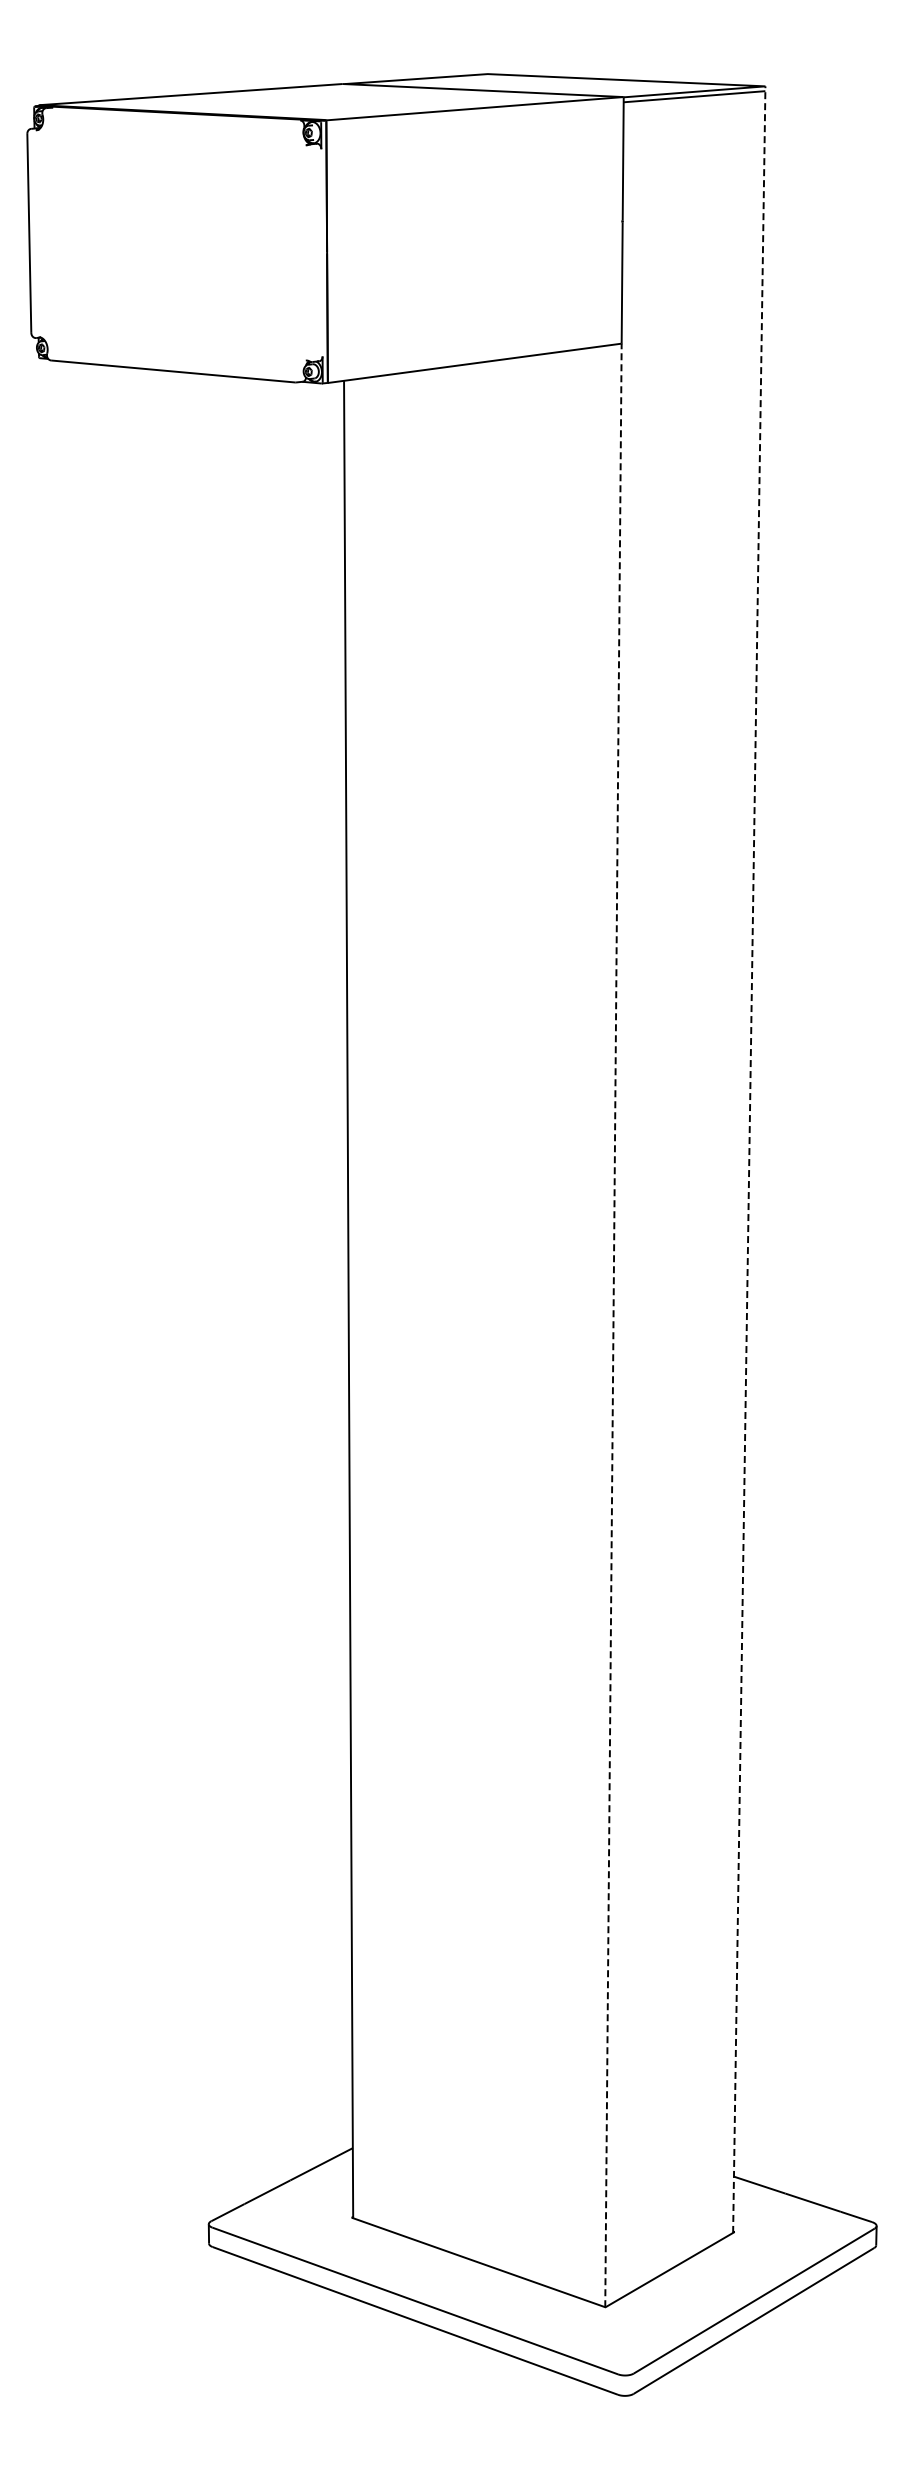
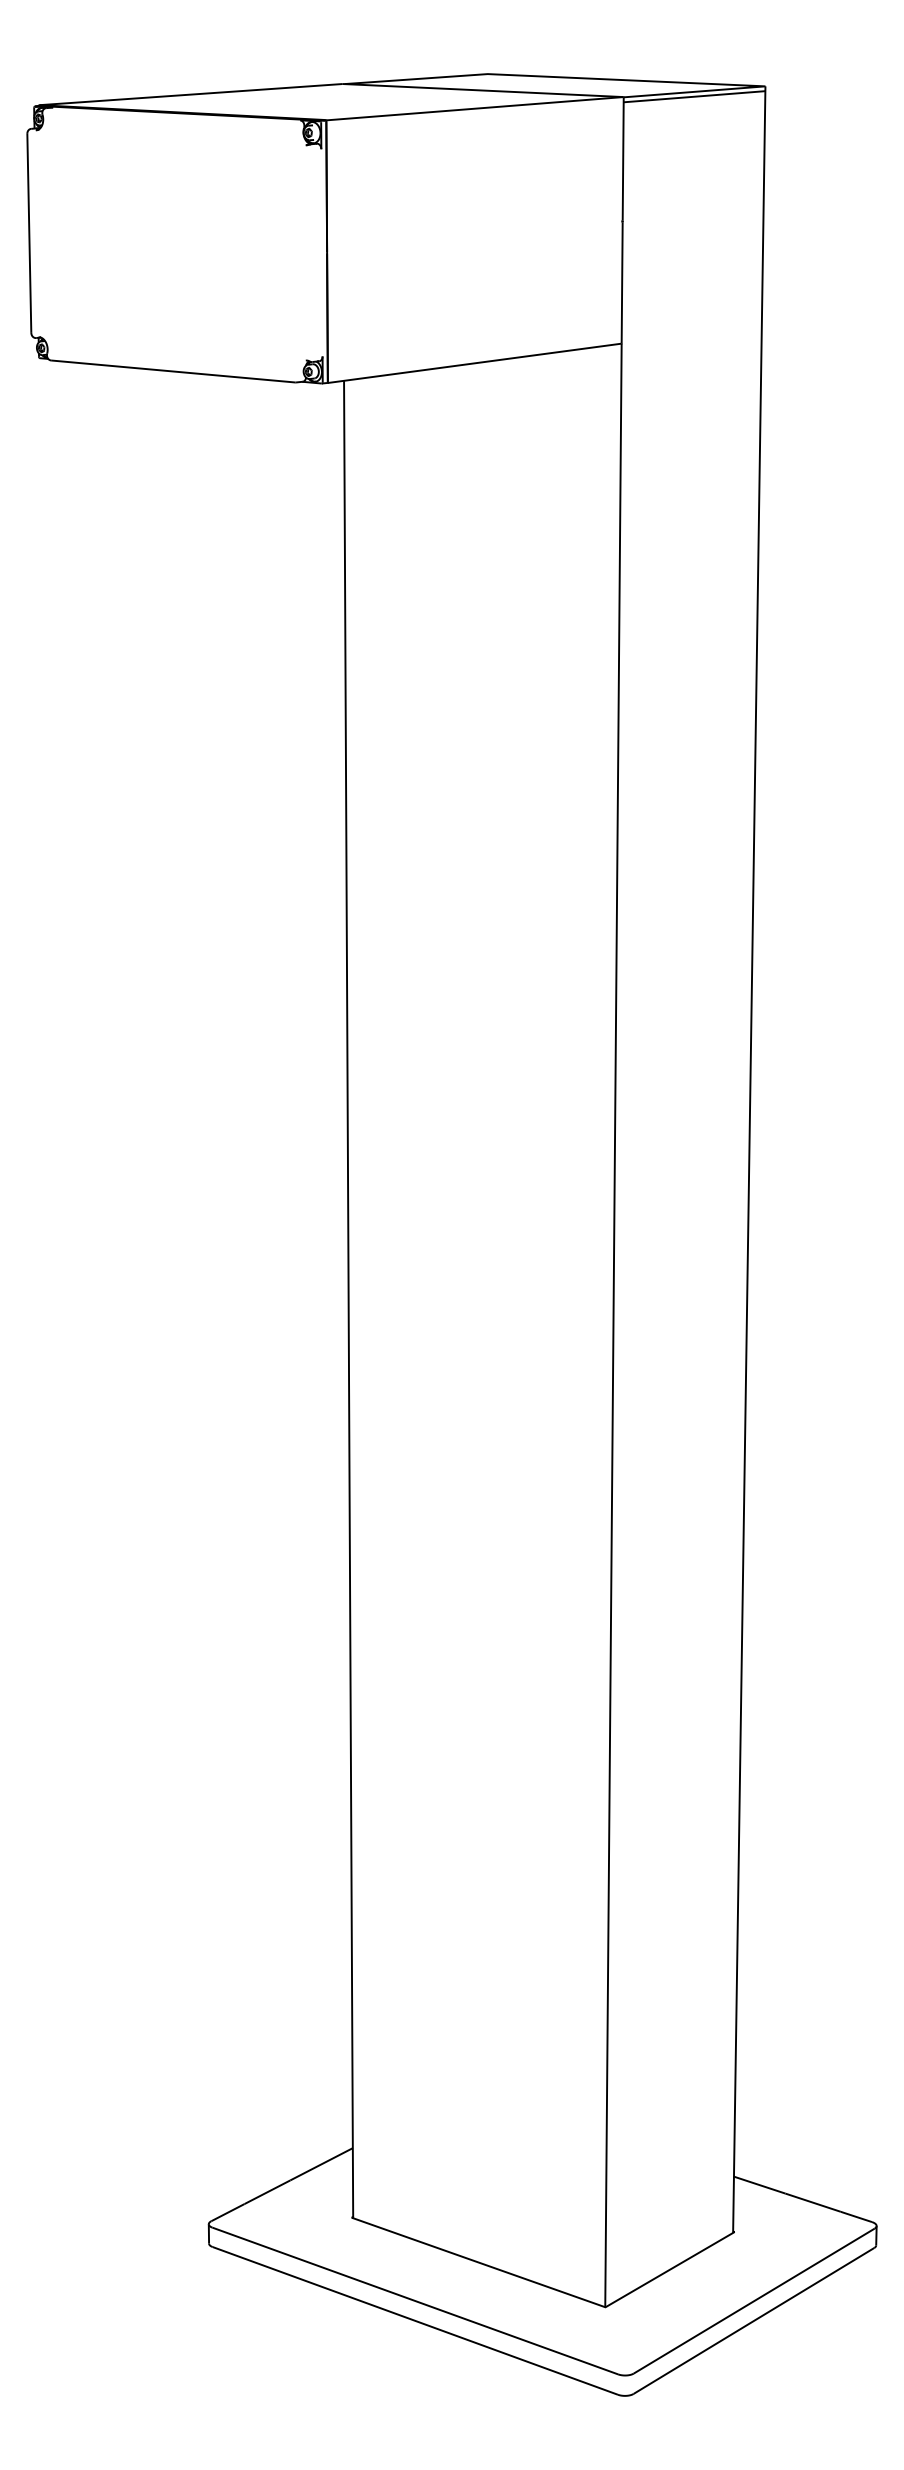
line at (749, 1158): dashed -> solid
line at (613, 1325): dashed -> solid
